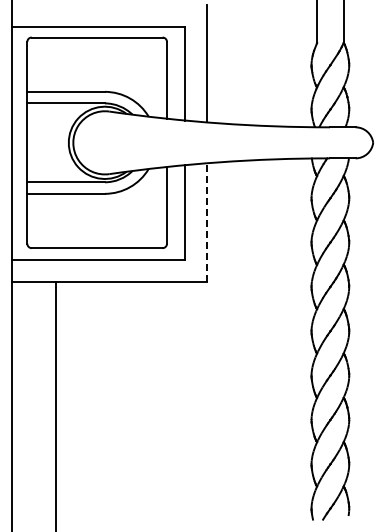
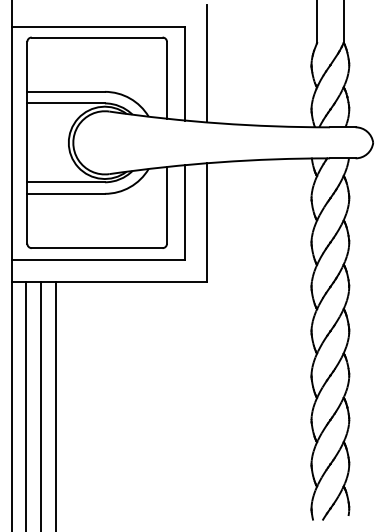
line at (206, 222): dashed -> solid
line at (26, 405): none -> present
line at (40, 405): none -> present
